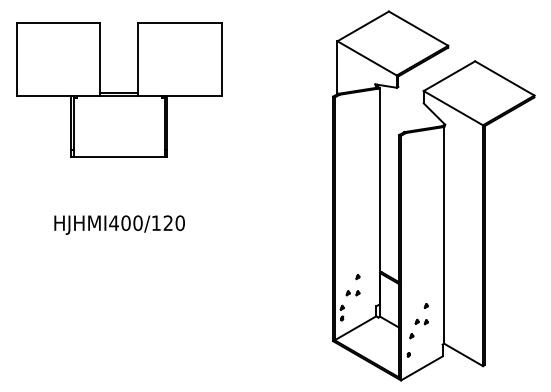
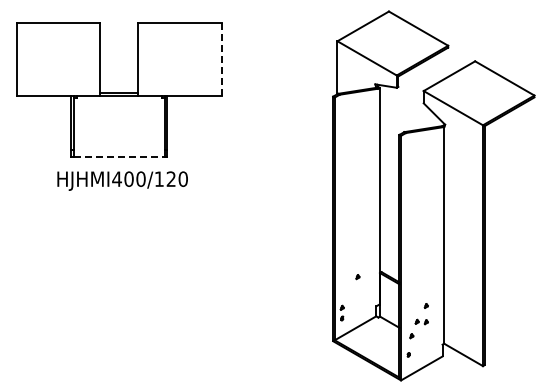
line at (222, 58): solid -> dashed
line at (119, 156): solid -> dashed
text at (119, 224) position: (119, 224) -> (122, 180)
part at (352, 293): present -> none
